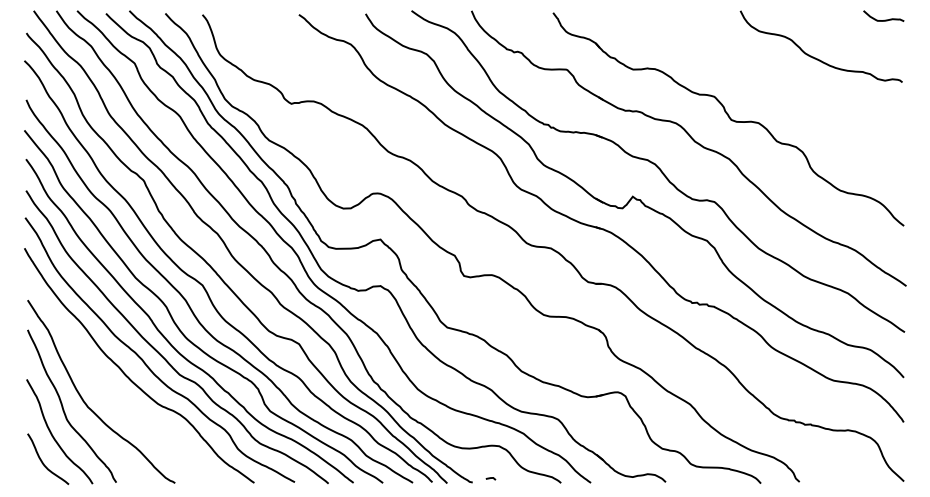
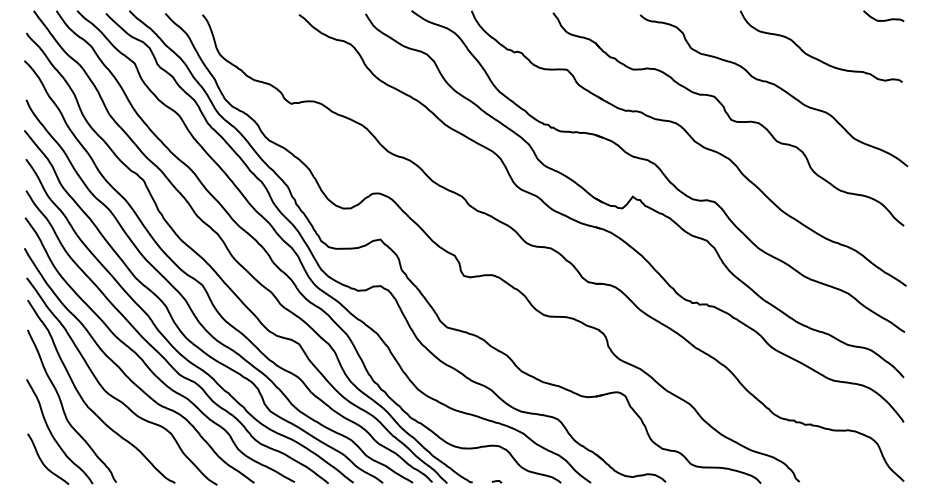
curve at (775, 86): none -> present
curve at (111, 394): none -> present
line at (490, 478) position: (490, 478) -> (496, 481)
